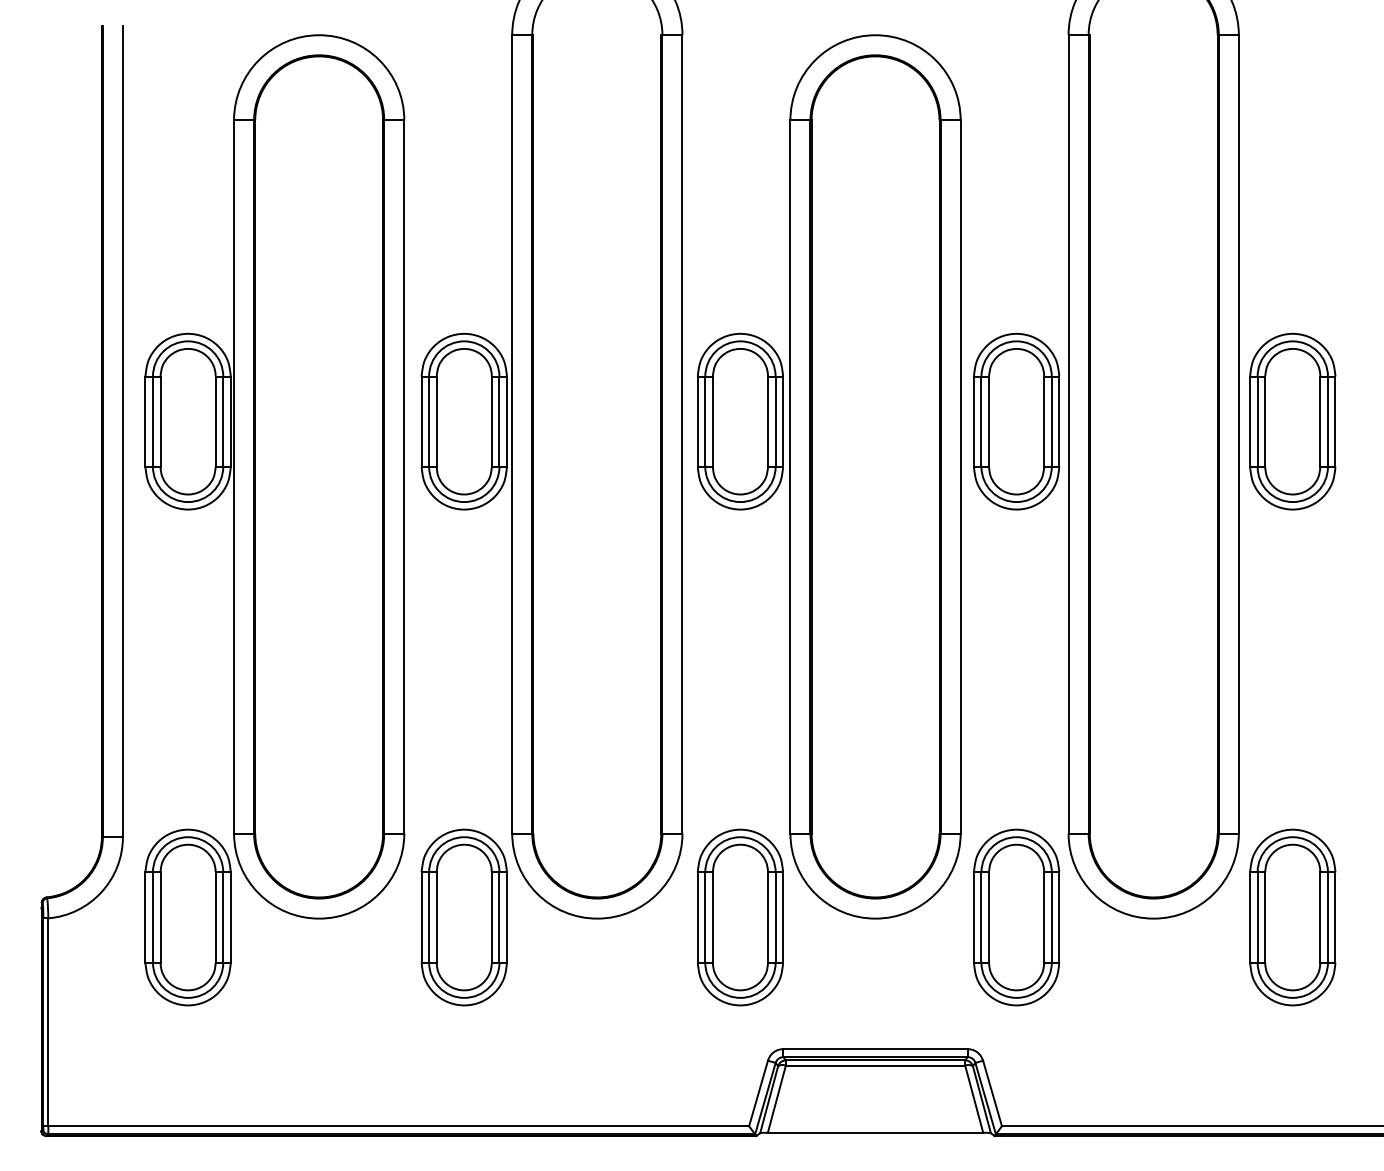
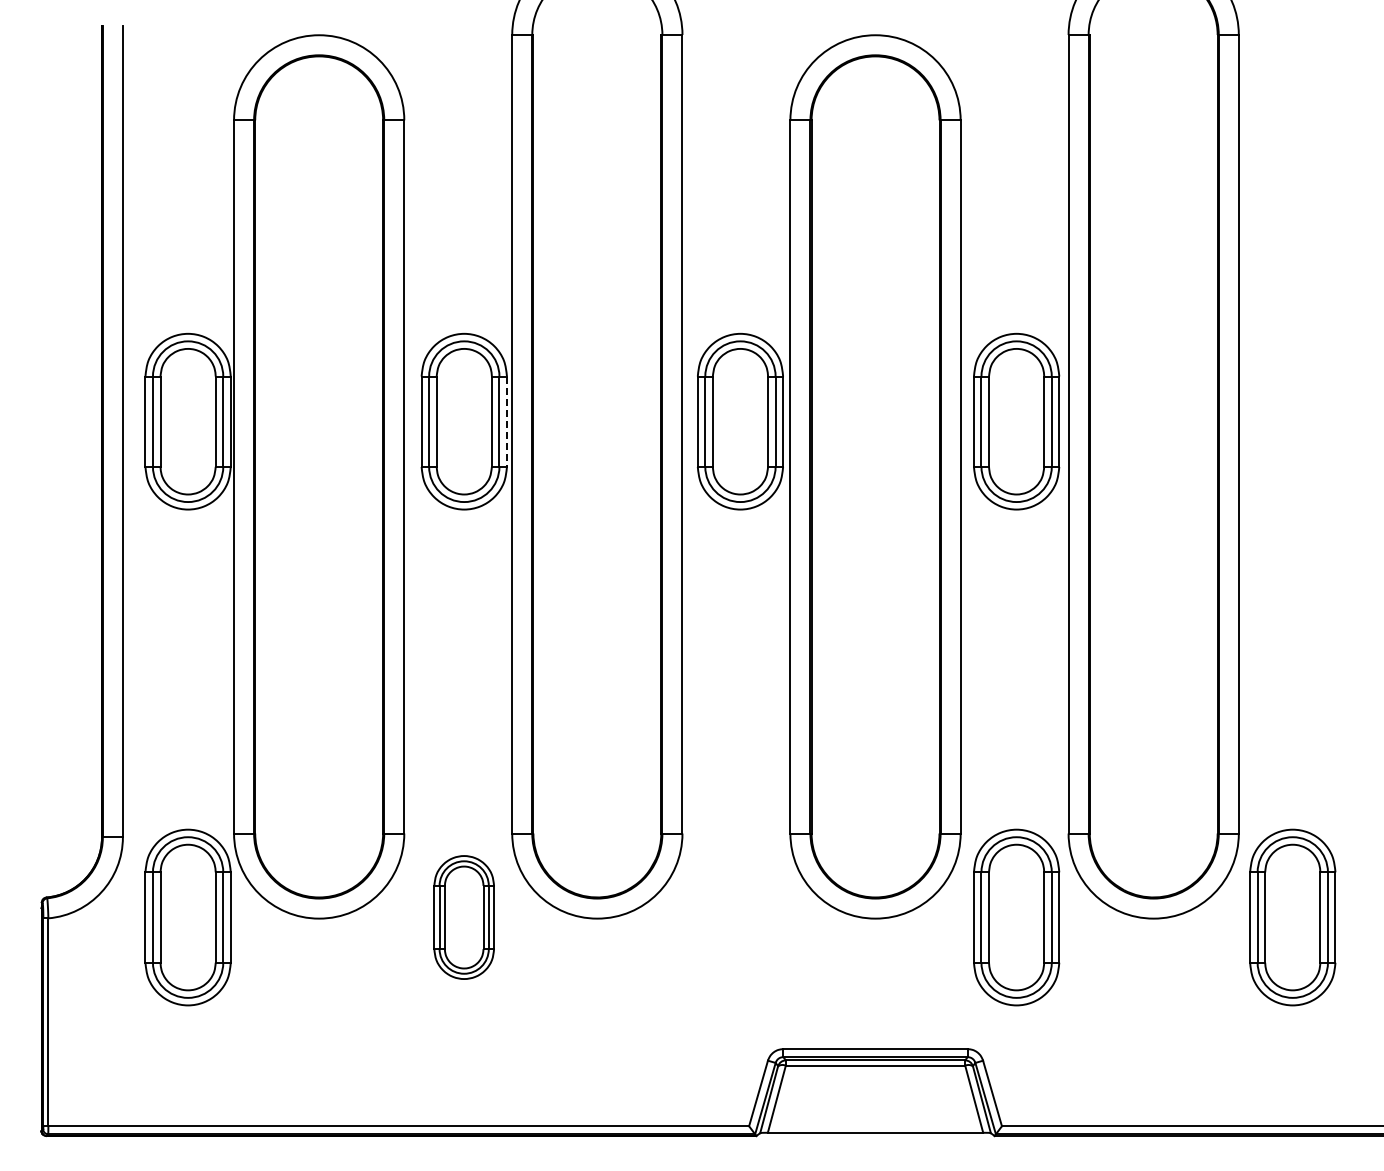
part at (1292, 421): present -> none
line at (506, 422): solid -> dashed
part at (463, 917) size: 88x179 px -> 62x125 px
part at (740, 917): present -> none
